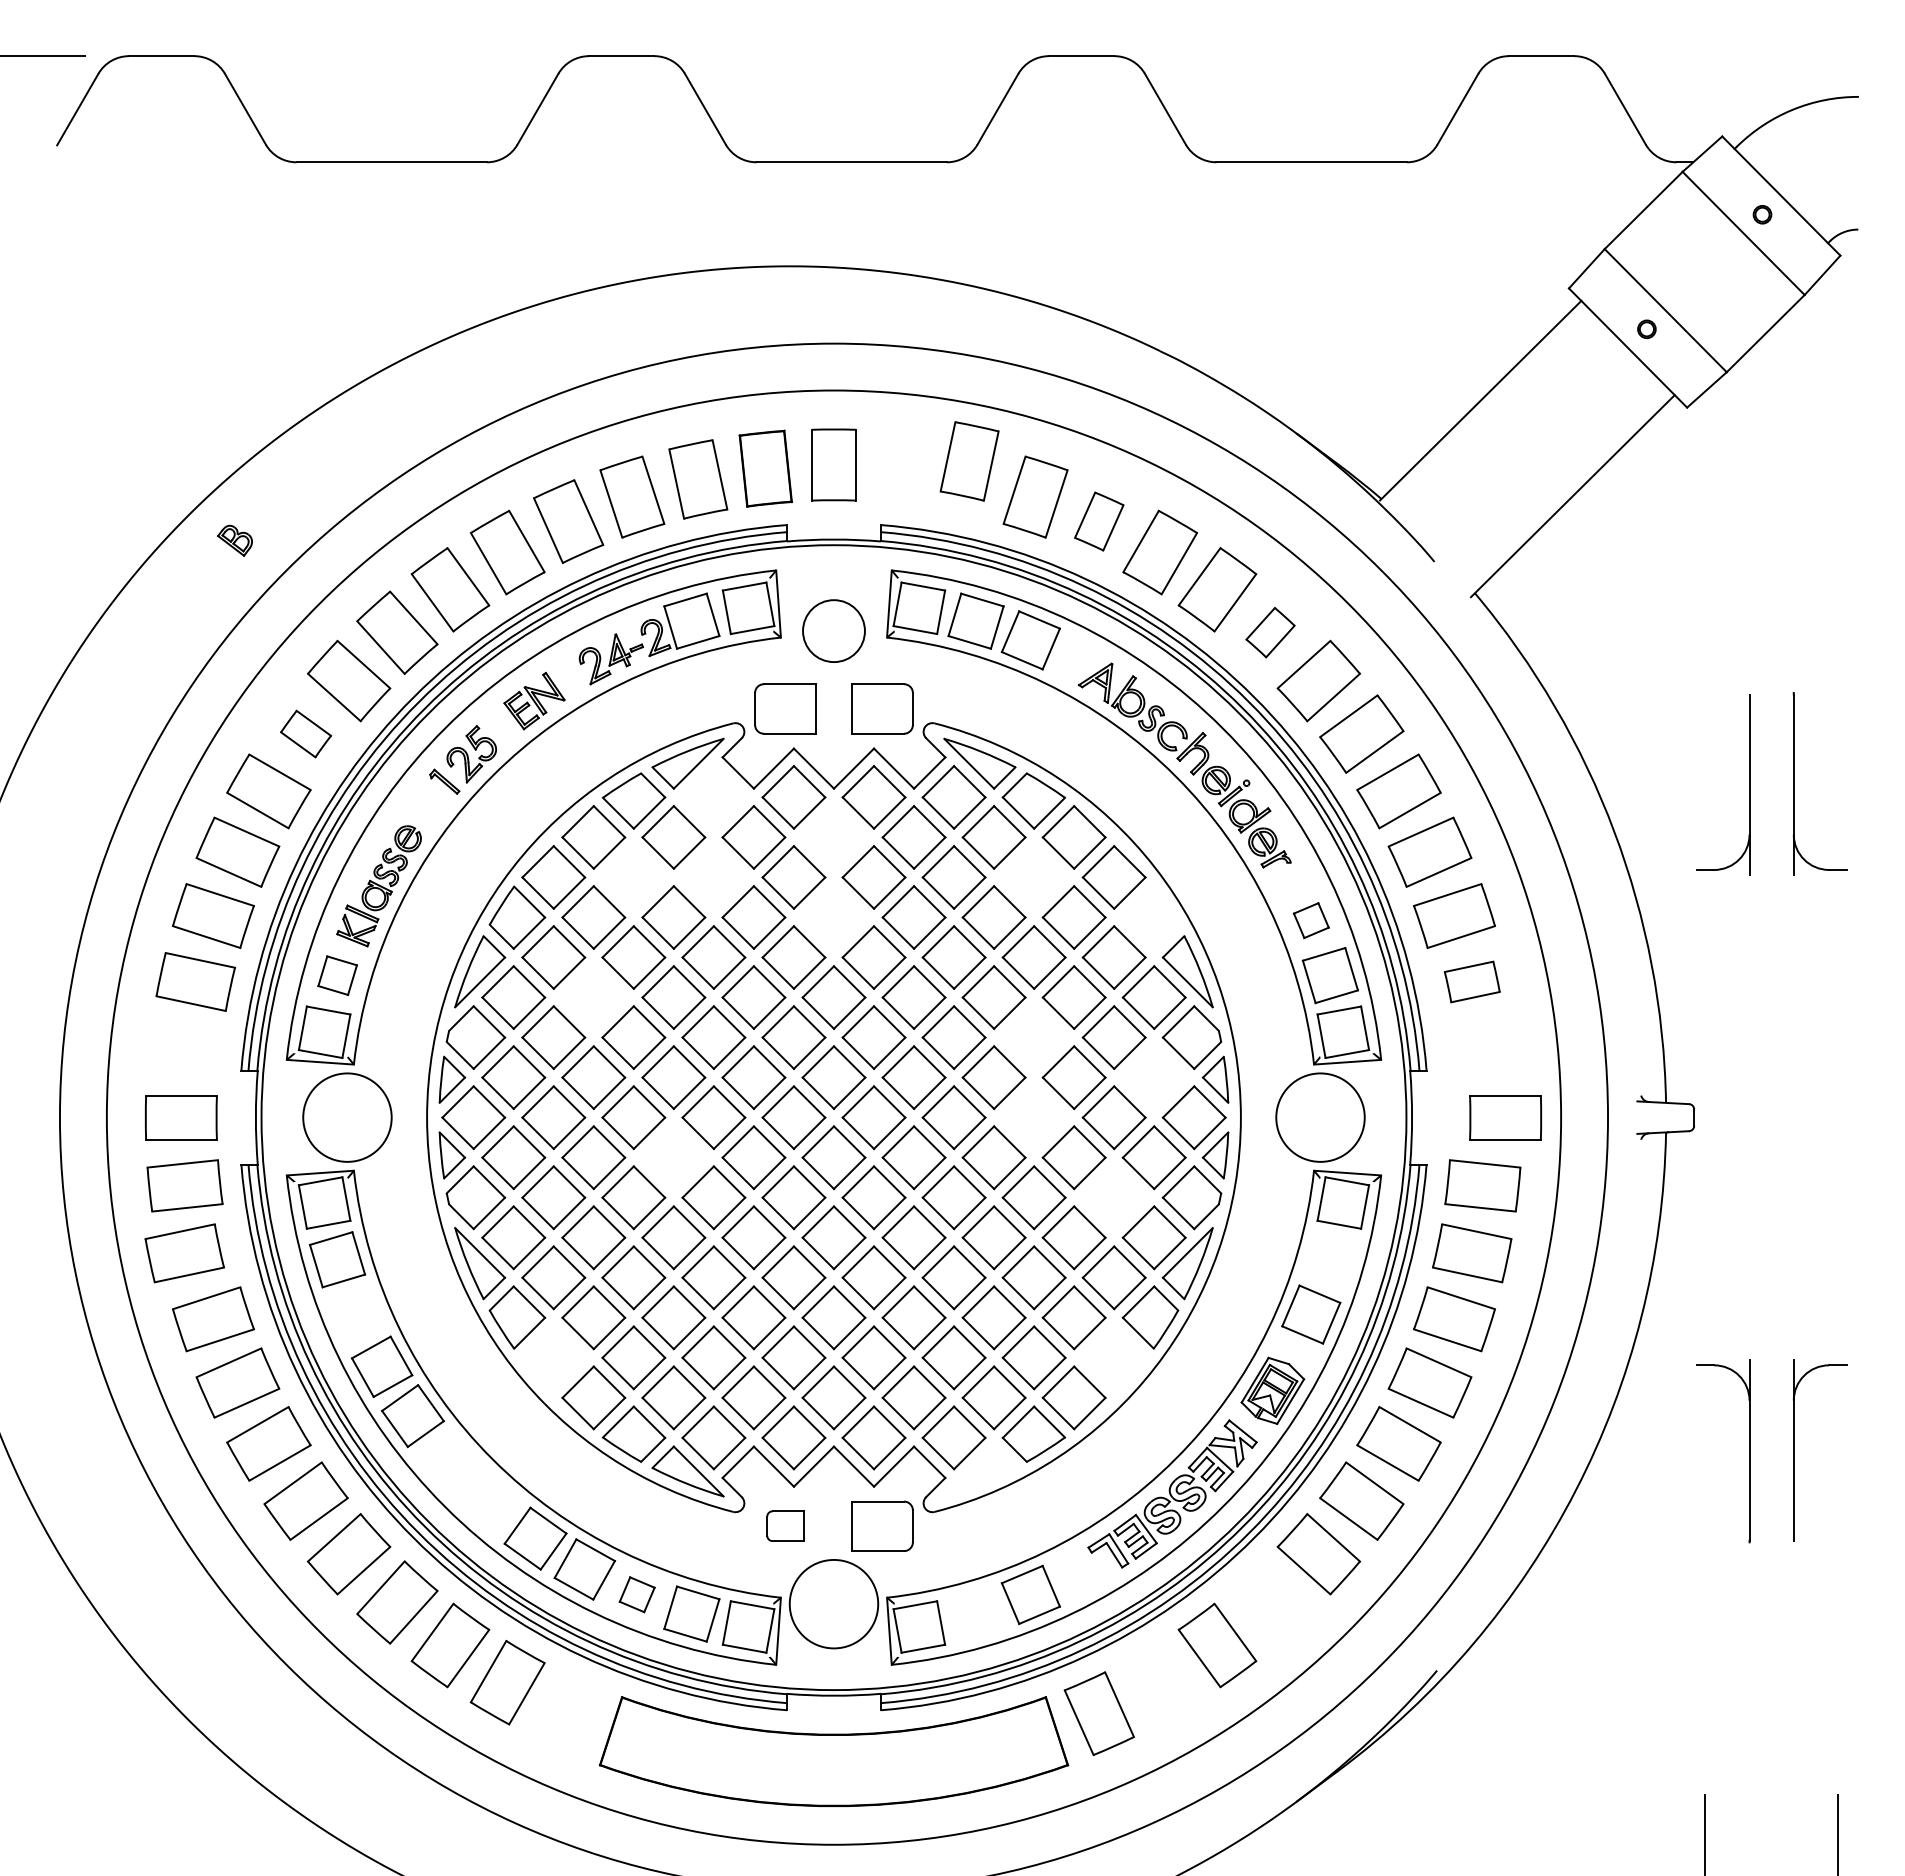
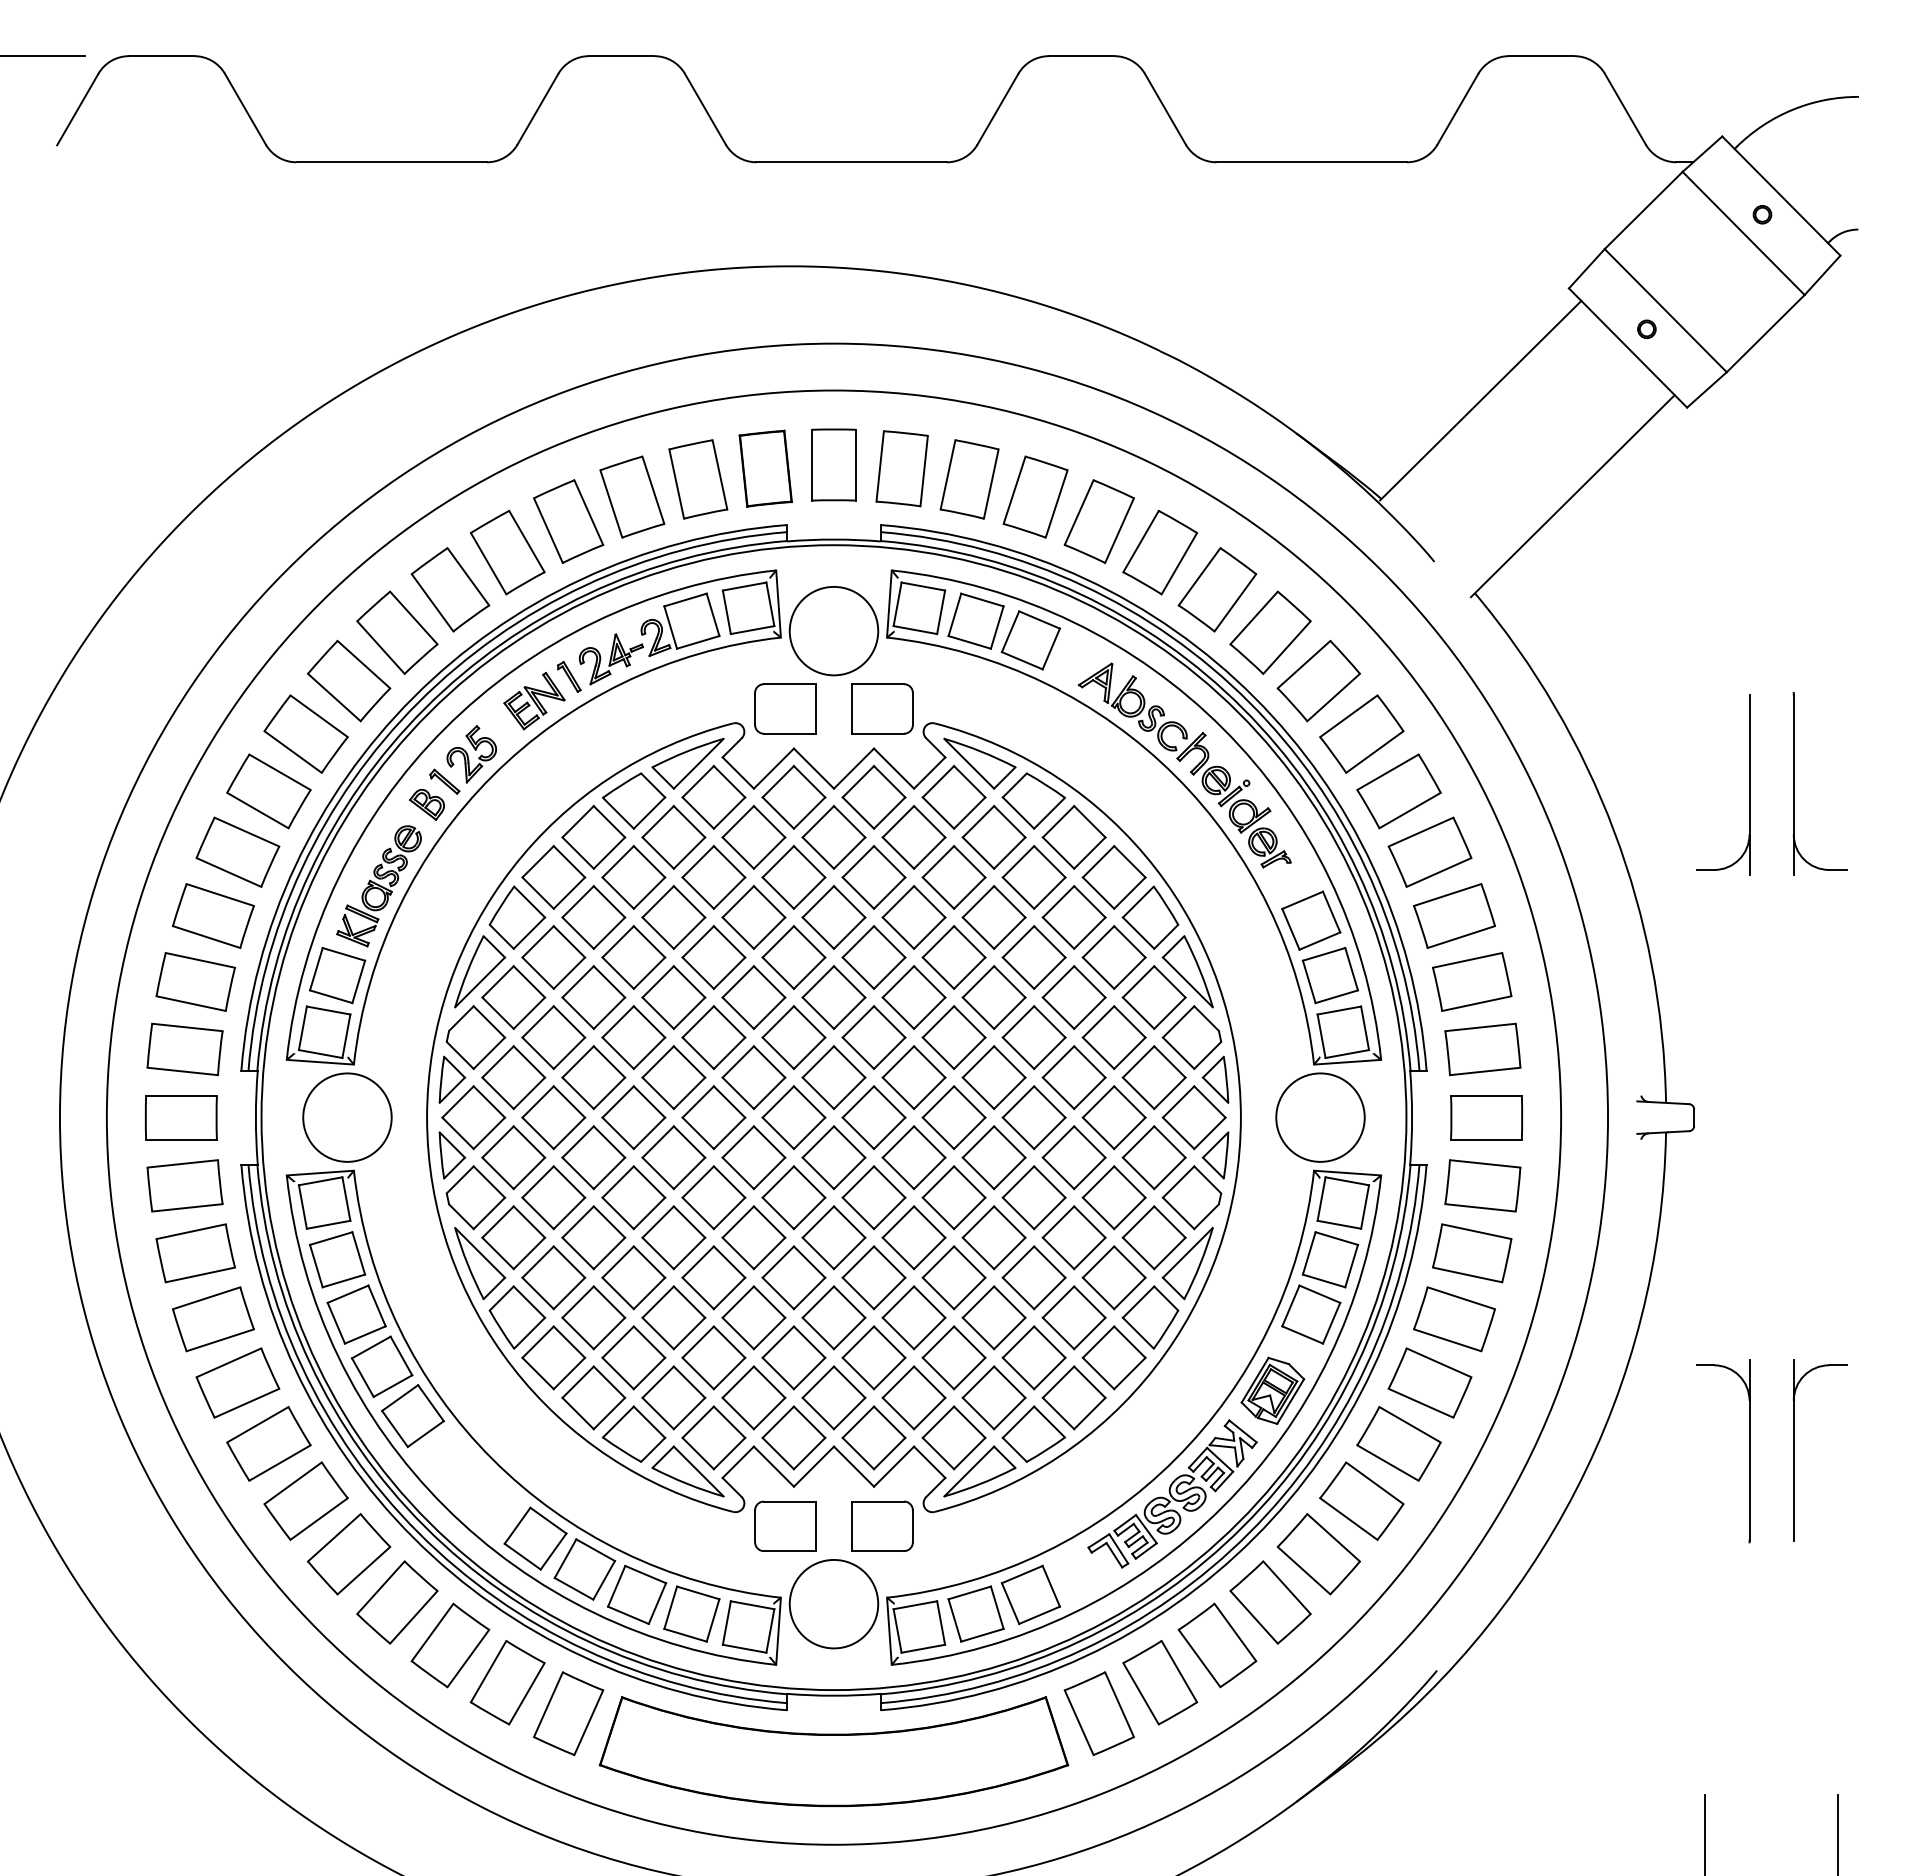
part at (969, 461) position: (969, 461) -> (969, 479)
part at (901, 468): none -> present
part at (1099, 521) size: 51x61 px -> 72x85 px
part at (234, 540) position: (234, 540) -> (426, 804)
circle at (833, 631) diameter: 62 px -> 88 px
part at (1270, 632) size: 51x52 px -> 83x85 px
part at (569, 676): none -> present
part at (306, 733) size: 53x50 px -> 86x80 px
part at (713, 797): none -> present
part at (833, 837): none -> present
part at (633, 877): none -> present
part at (713, 877): none -> present
part at (1033, 877): none -> present
part at (833, 917): none -> present
part at (1150, 917): none -> present
part at (1310, 920) size: 38x37 px -> 61x61 px
part at (337, 975) size: 41x41 px -> 58x58 px
part at (1471, 981) size: 58x44 px -> 81x60 px
part at (593, 997): none -> present
part at (1033, 1037): none -> present
part at (184, 1049): none -> present
part at (1482, 1049): none -> present
part at (1153, 1077): none -> present
part at (1033, 1117): none -> present
part at (1505, 1117) position: (1505, 1117) -> (1486, 1117)
part at (673, 1157): none -> present
part at (1113, 1197): none -> present
part at (184, 1253) position: (184, 1253) -> (195, 1253)
part at (1329, 1259): none -> present
part at (356, 1314): none -> present
part at (553, 1357): none -> present
part at (1113, 1357): none -> present
part at (979, 1471): none -> present
part at (785, 1525) size: 39x32 px -> 63x52 px
part at (636, 1594) size: 38x38 px -> 61x61 px
part at (1270, 1602): none -> present
part at (975, 1613): none -> present
part at (1160, 1682): none -> present
part at (568, 1713): none -> present
